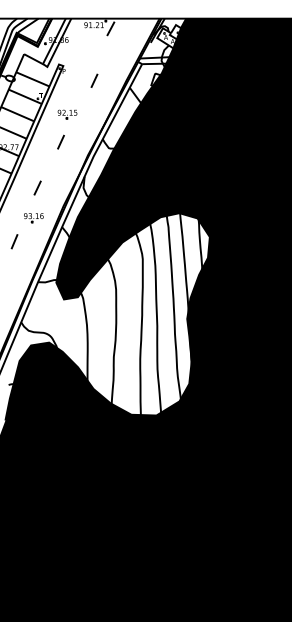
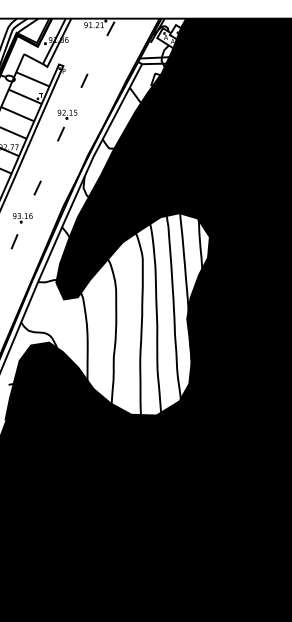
line at (94, 80) position: (94, 80) -> (84, 80)
line at (60, 141) position: (60, 141) -> (60, 133)
part at (33, 218) position: (33, 218) -> (22, 218)
